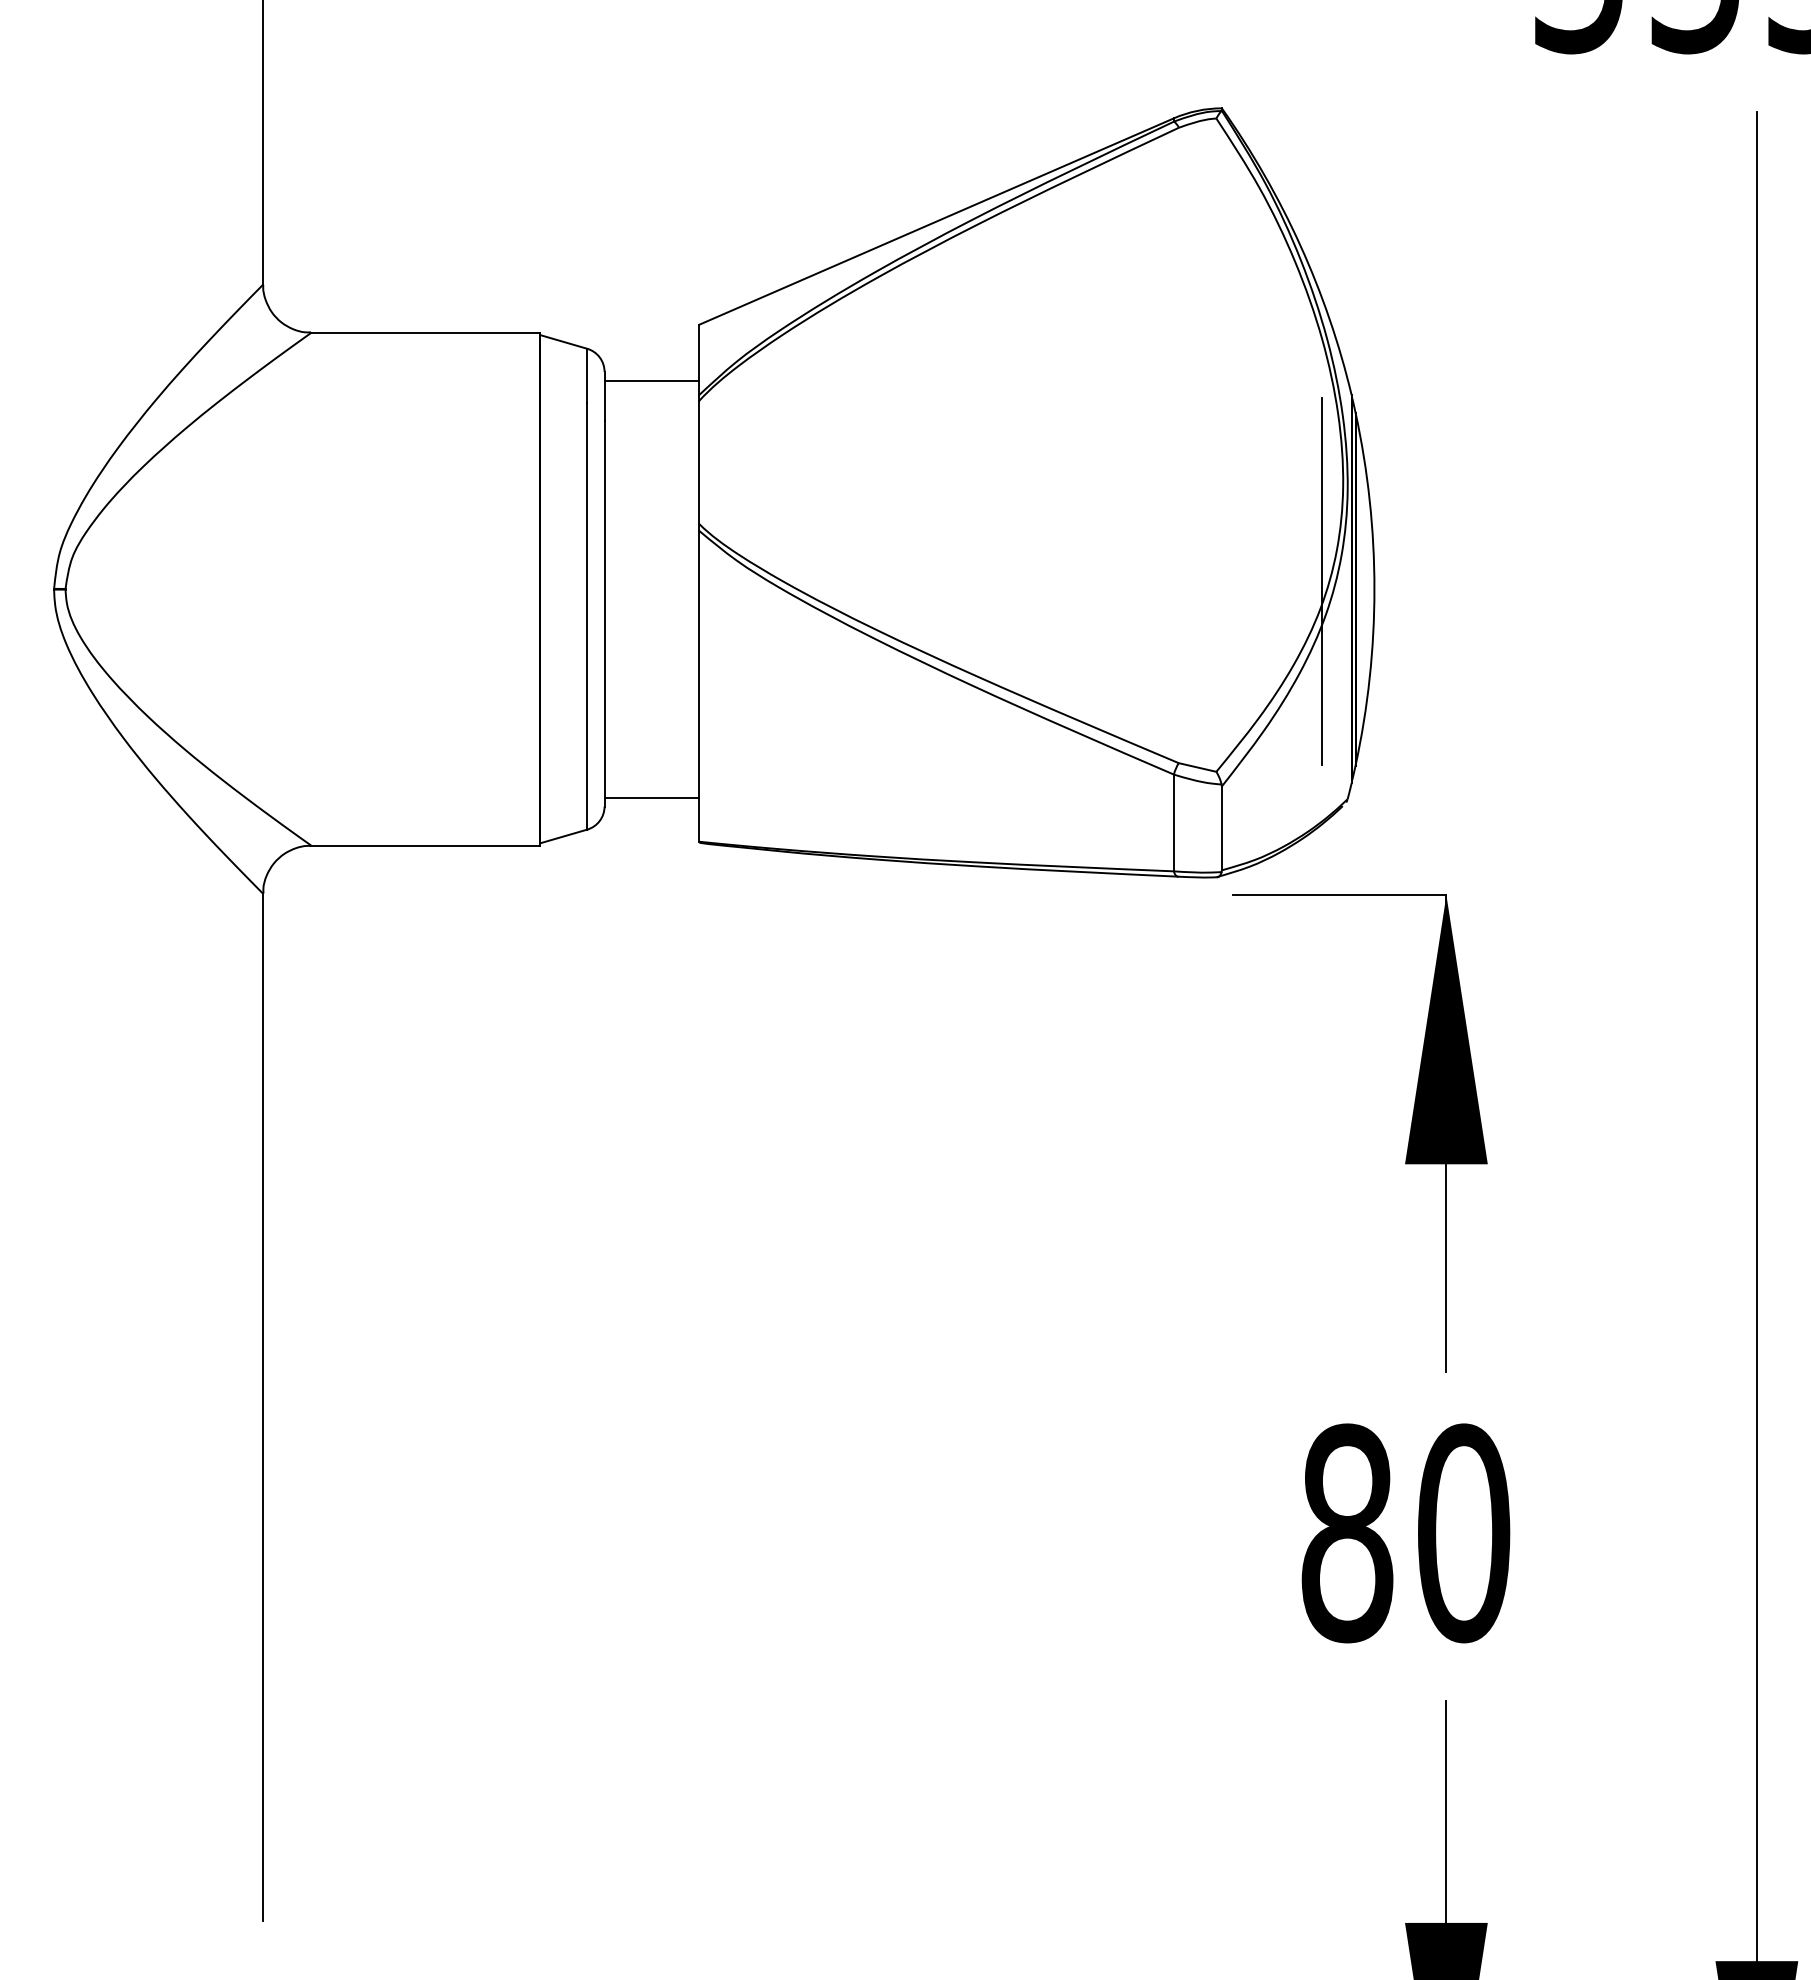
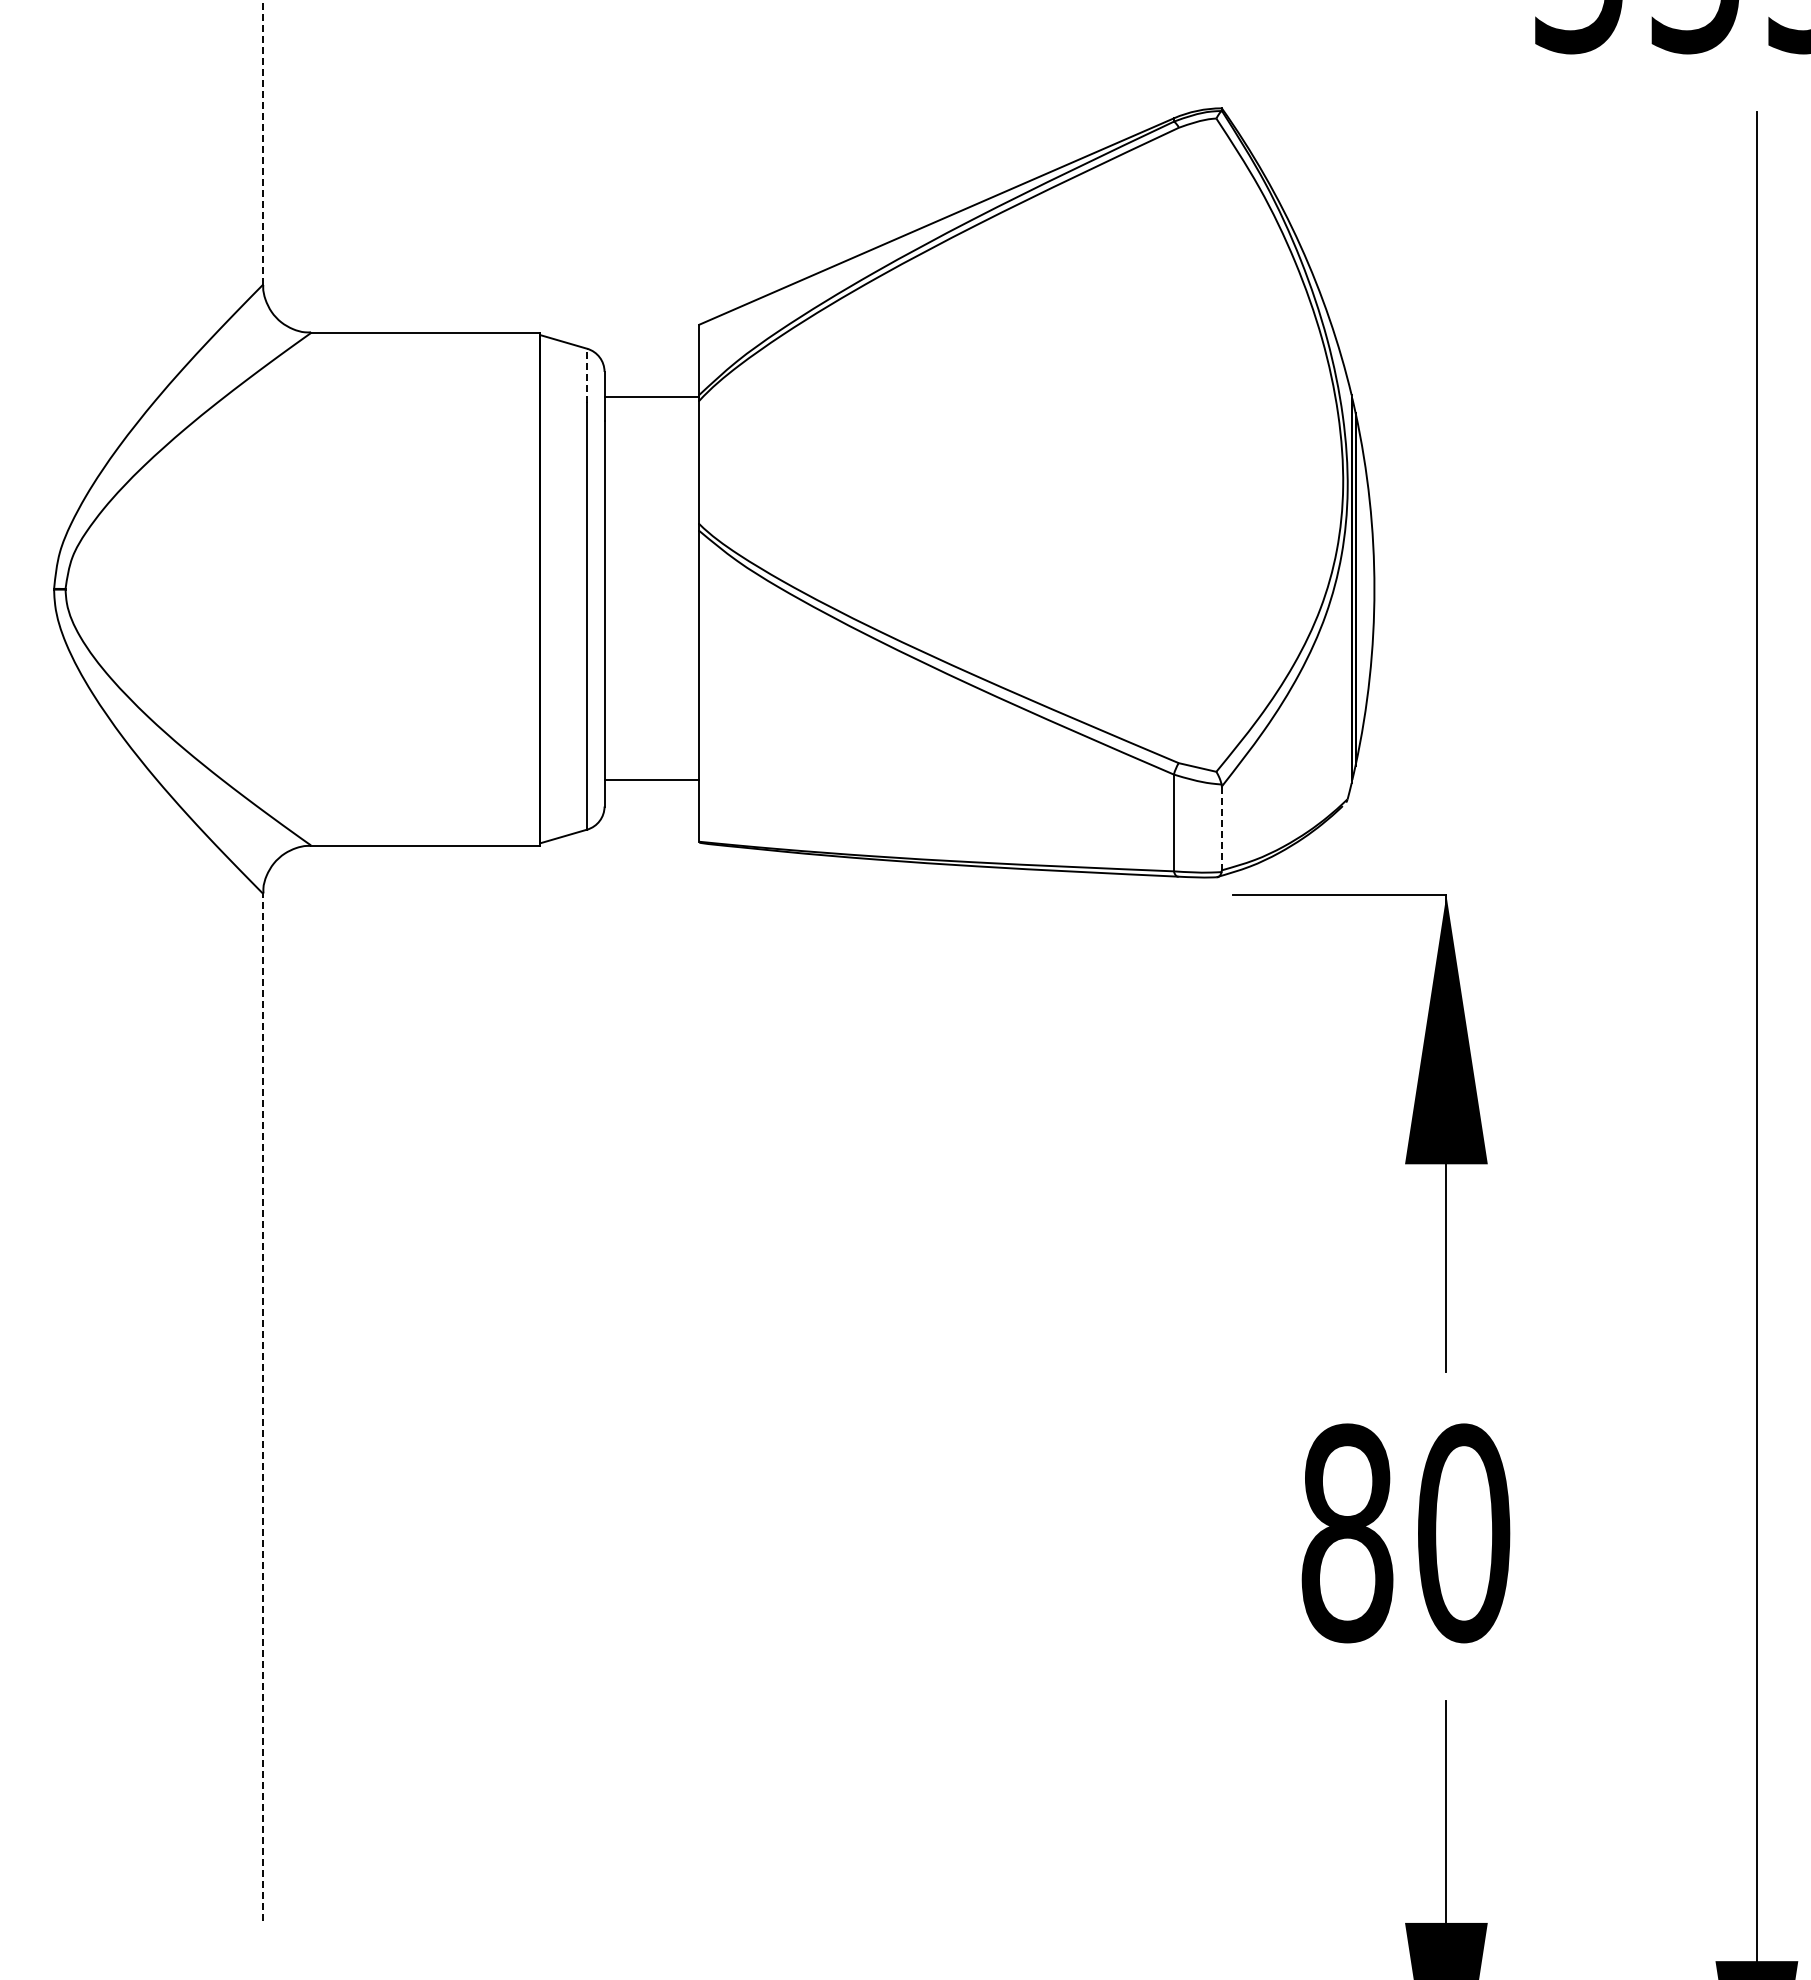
line at (263, 142): solid -> dashed
line at (587, 375): solid -> dashed
line at (651, 380) position: (651, 380) -> (651, 396)
line at (1321, 581): present -> none
line at (651, 797) position: (651, 797) -> (651, 779)
line at (1221, 828): solid -> dashed
line at (263, 1407): solid -> dashed
